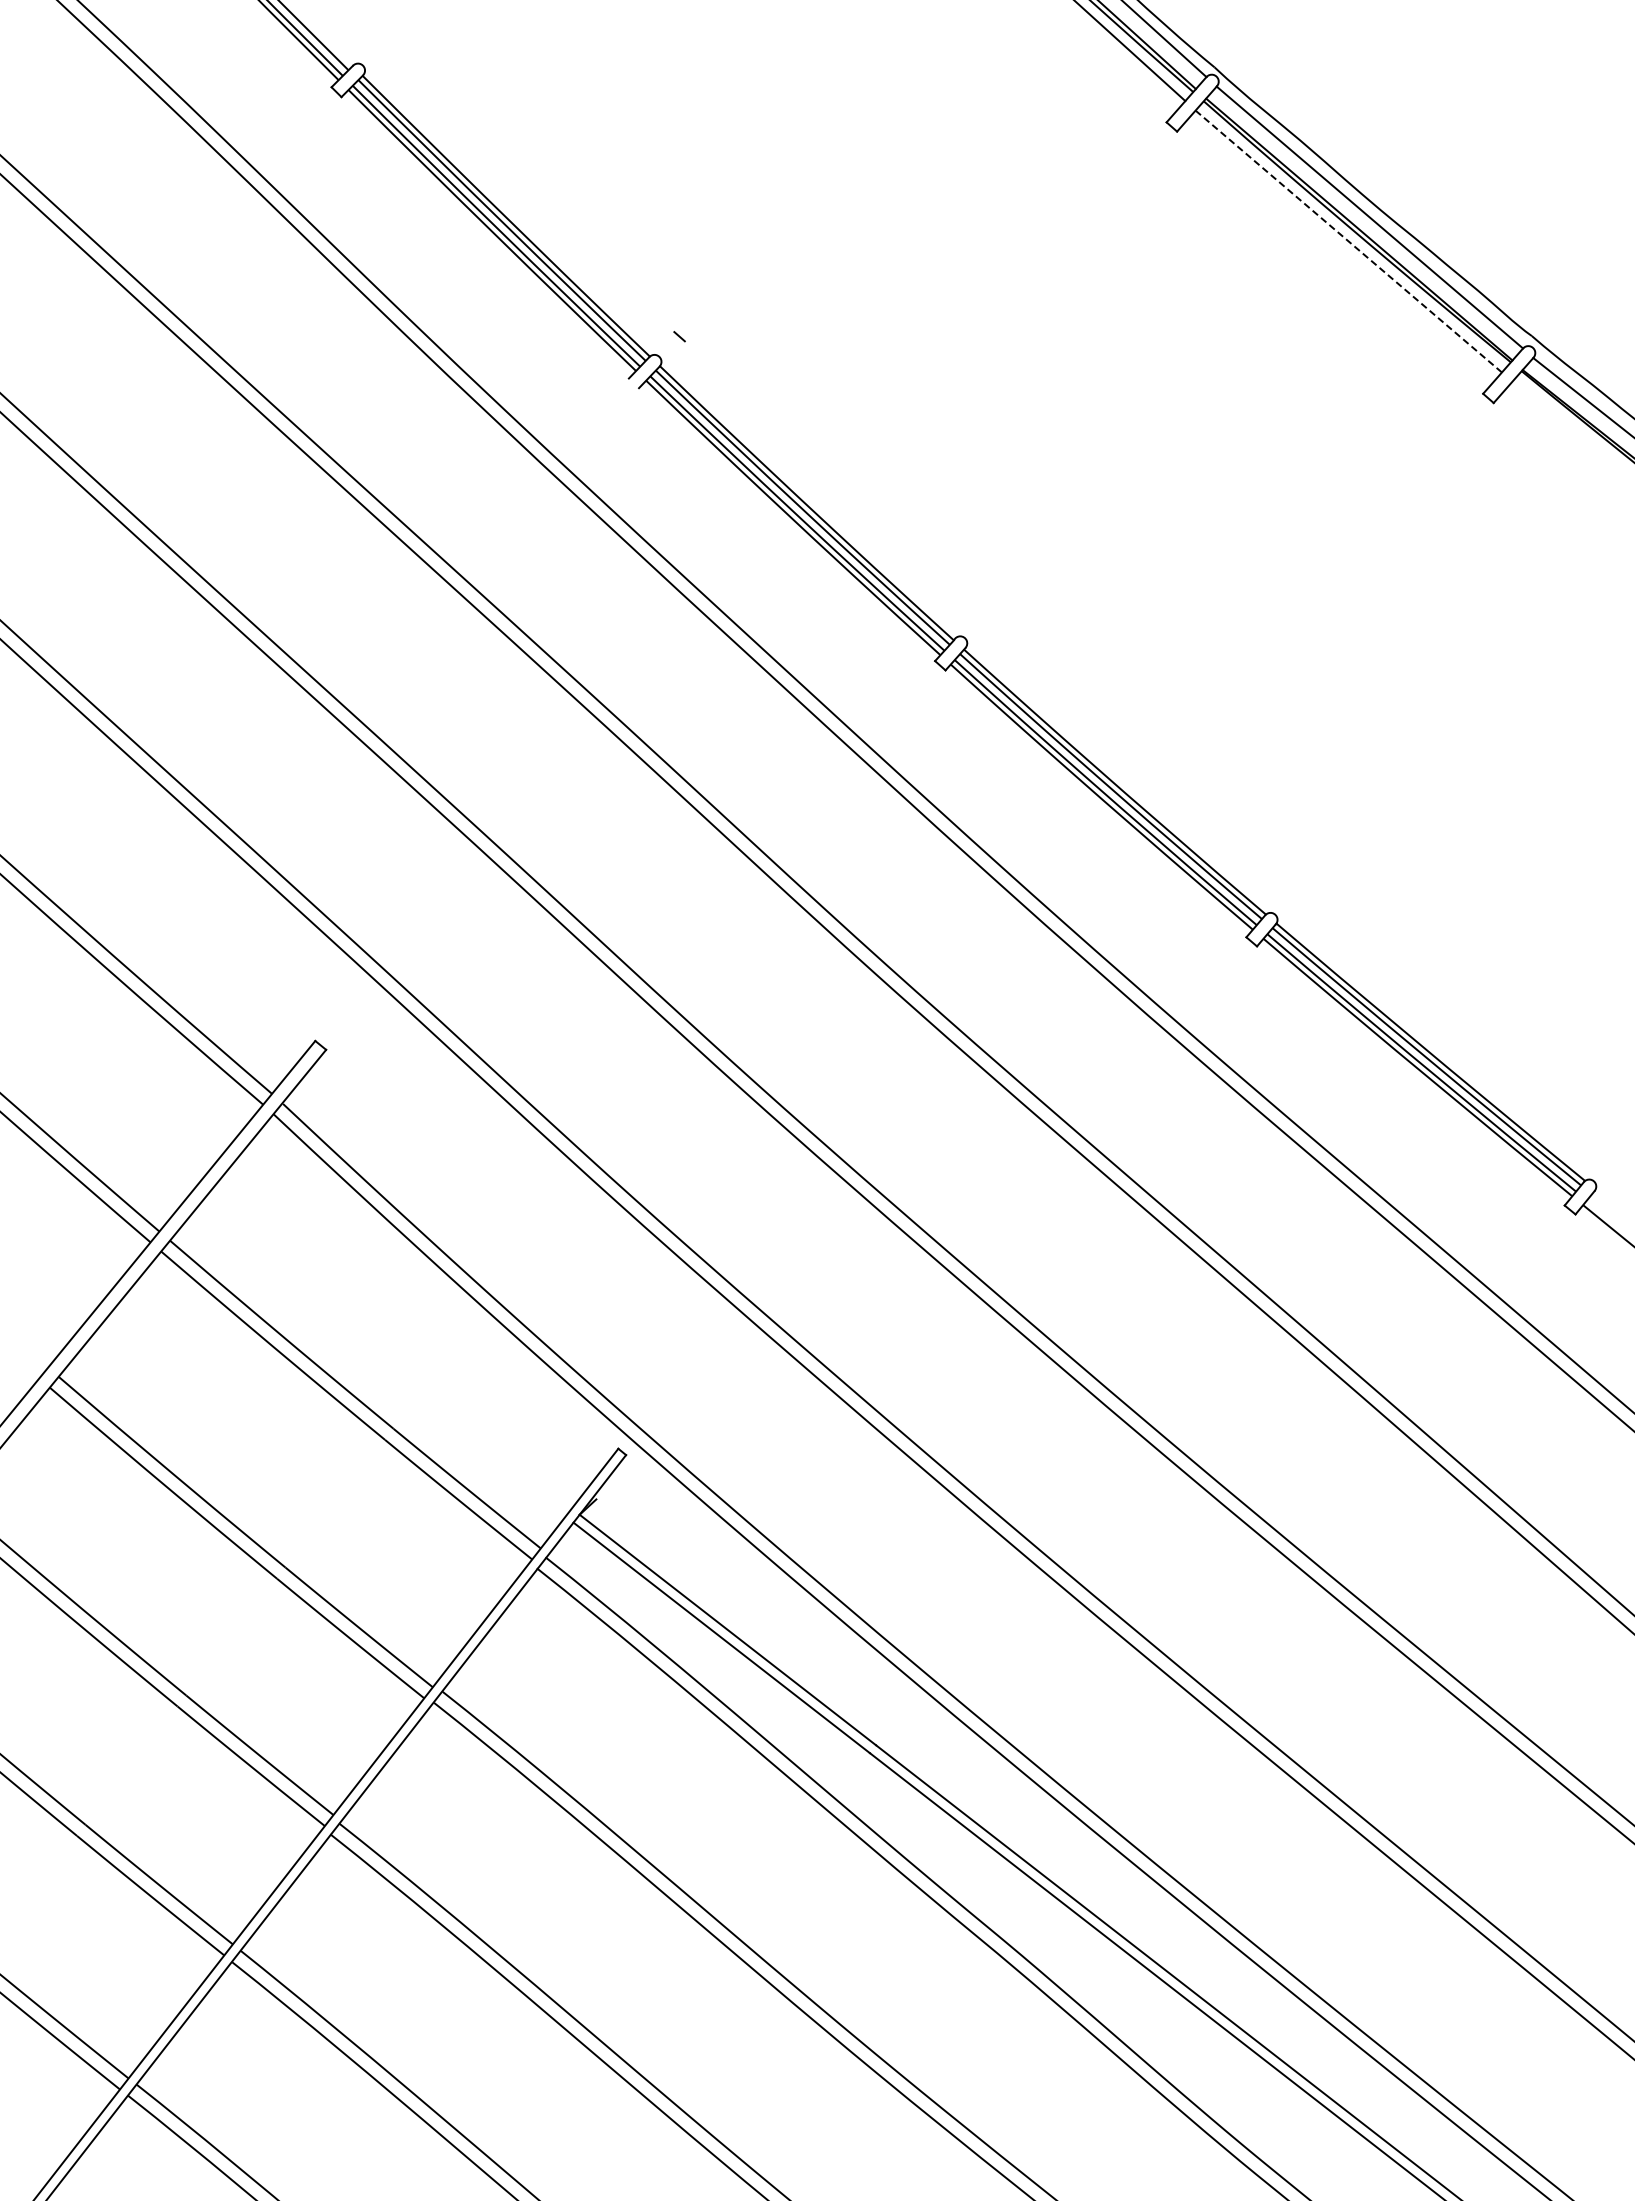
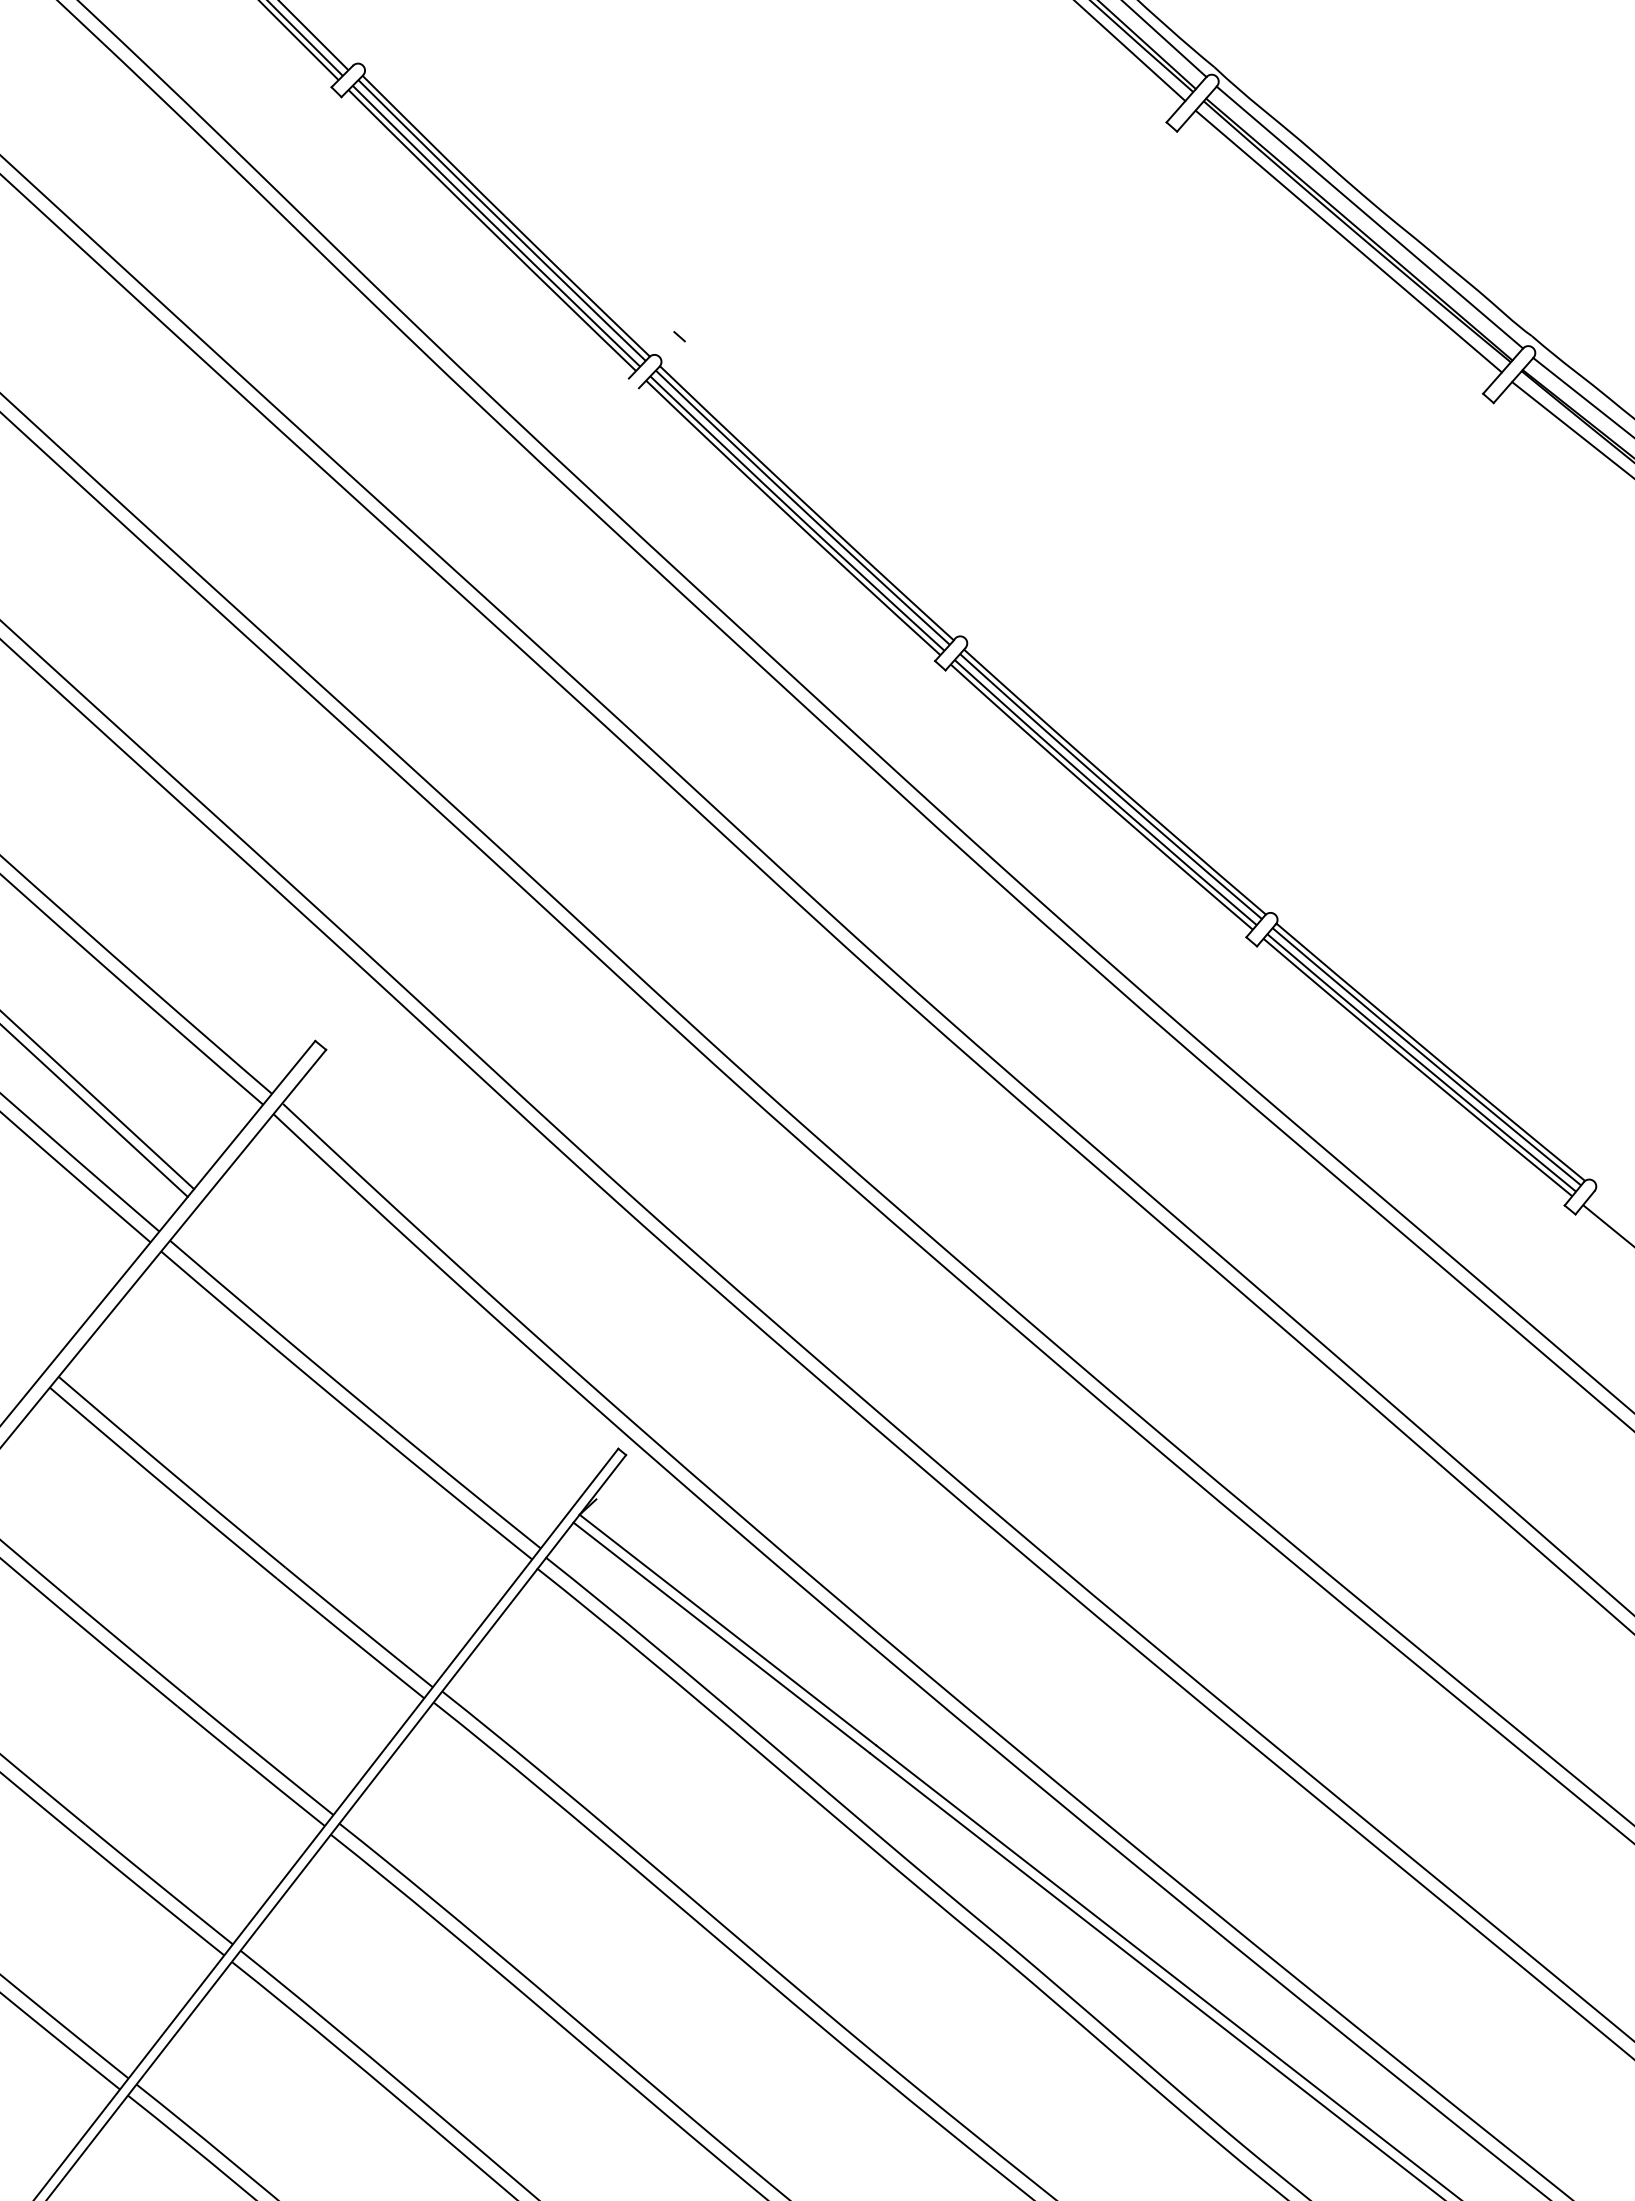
line at (1348, 241): dashed -> solid
line at (1571, 429): none -> present
line at (98, 1100): none -> present
line at (94, 1111): none -> present
